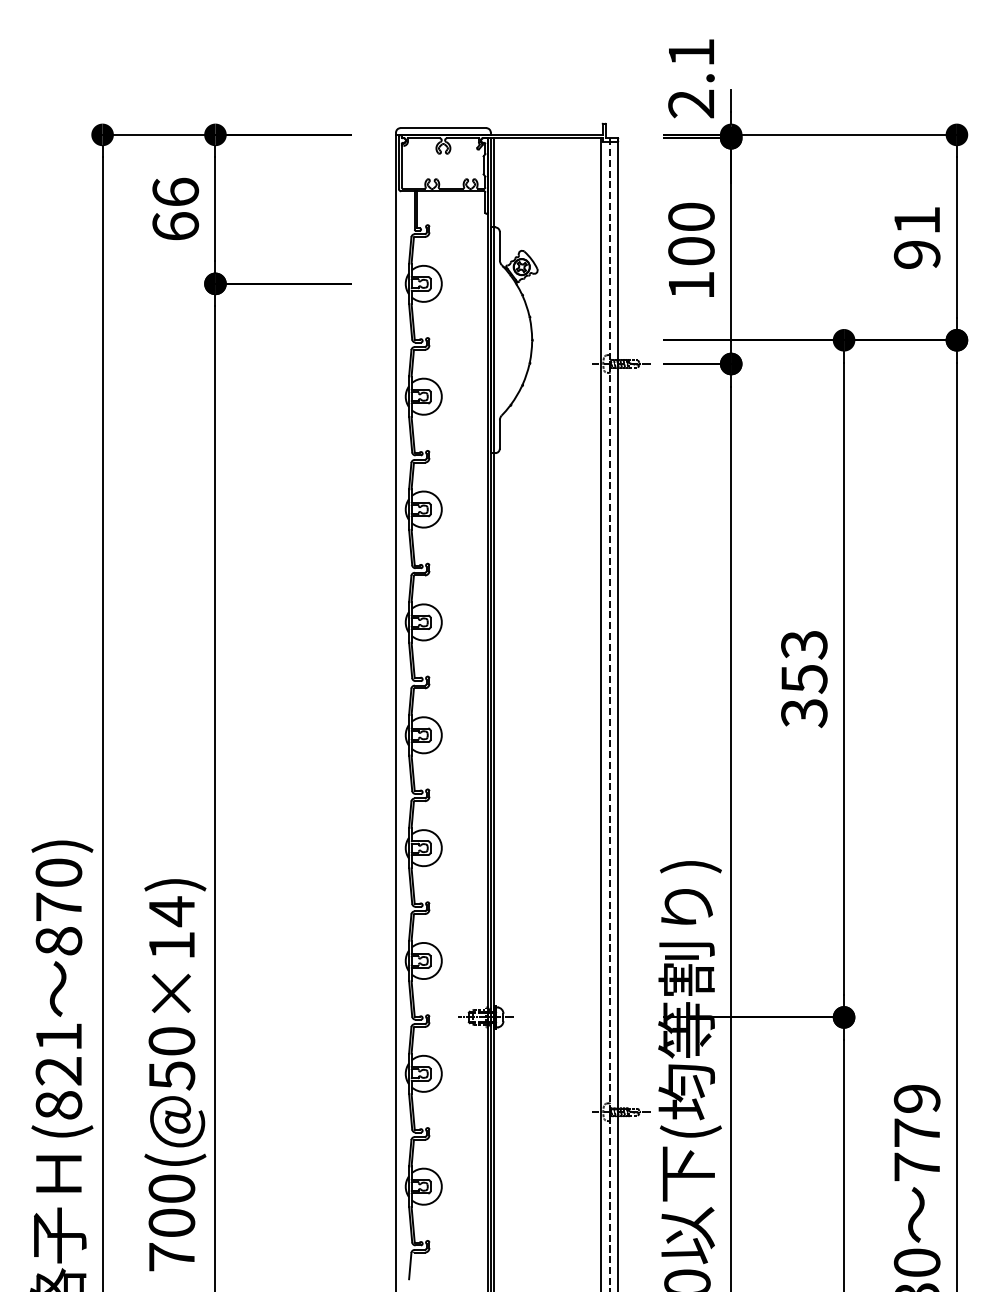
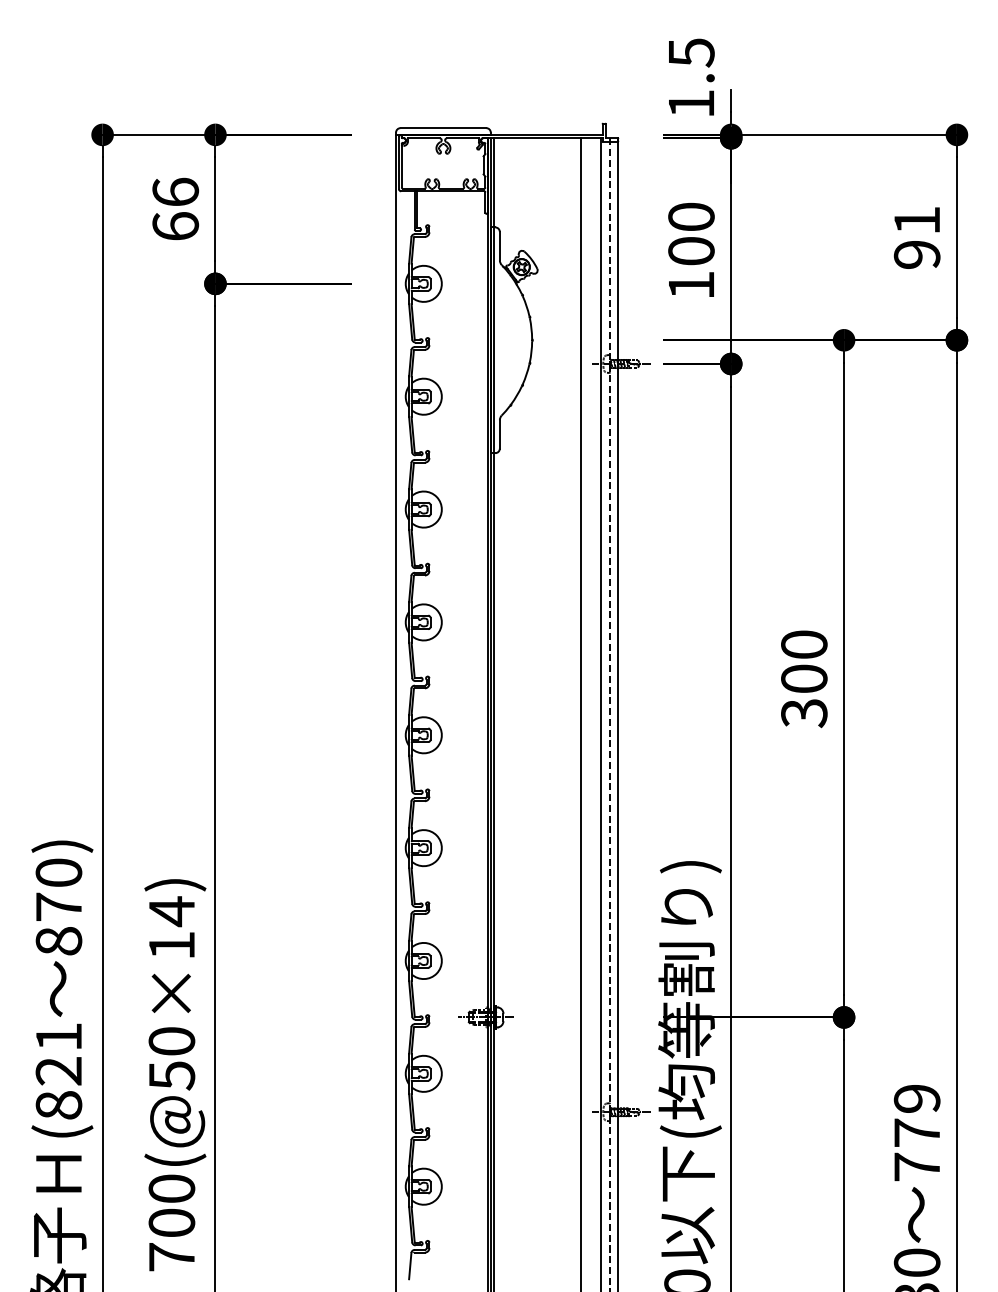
text at (691, 78): 2.1 -> 1.5
text at (804, 661): 353 -> 300
line at (581, 713): none -> present
